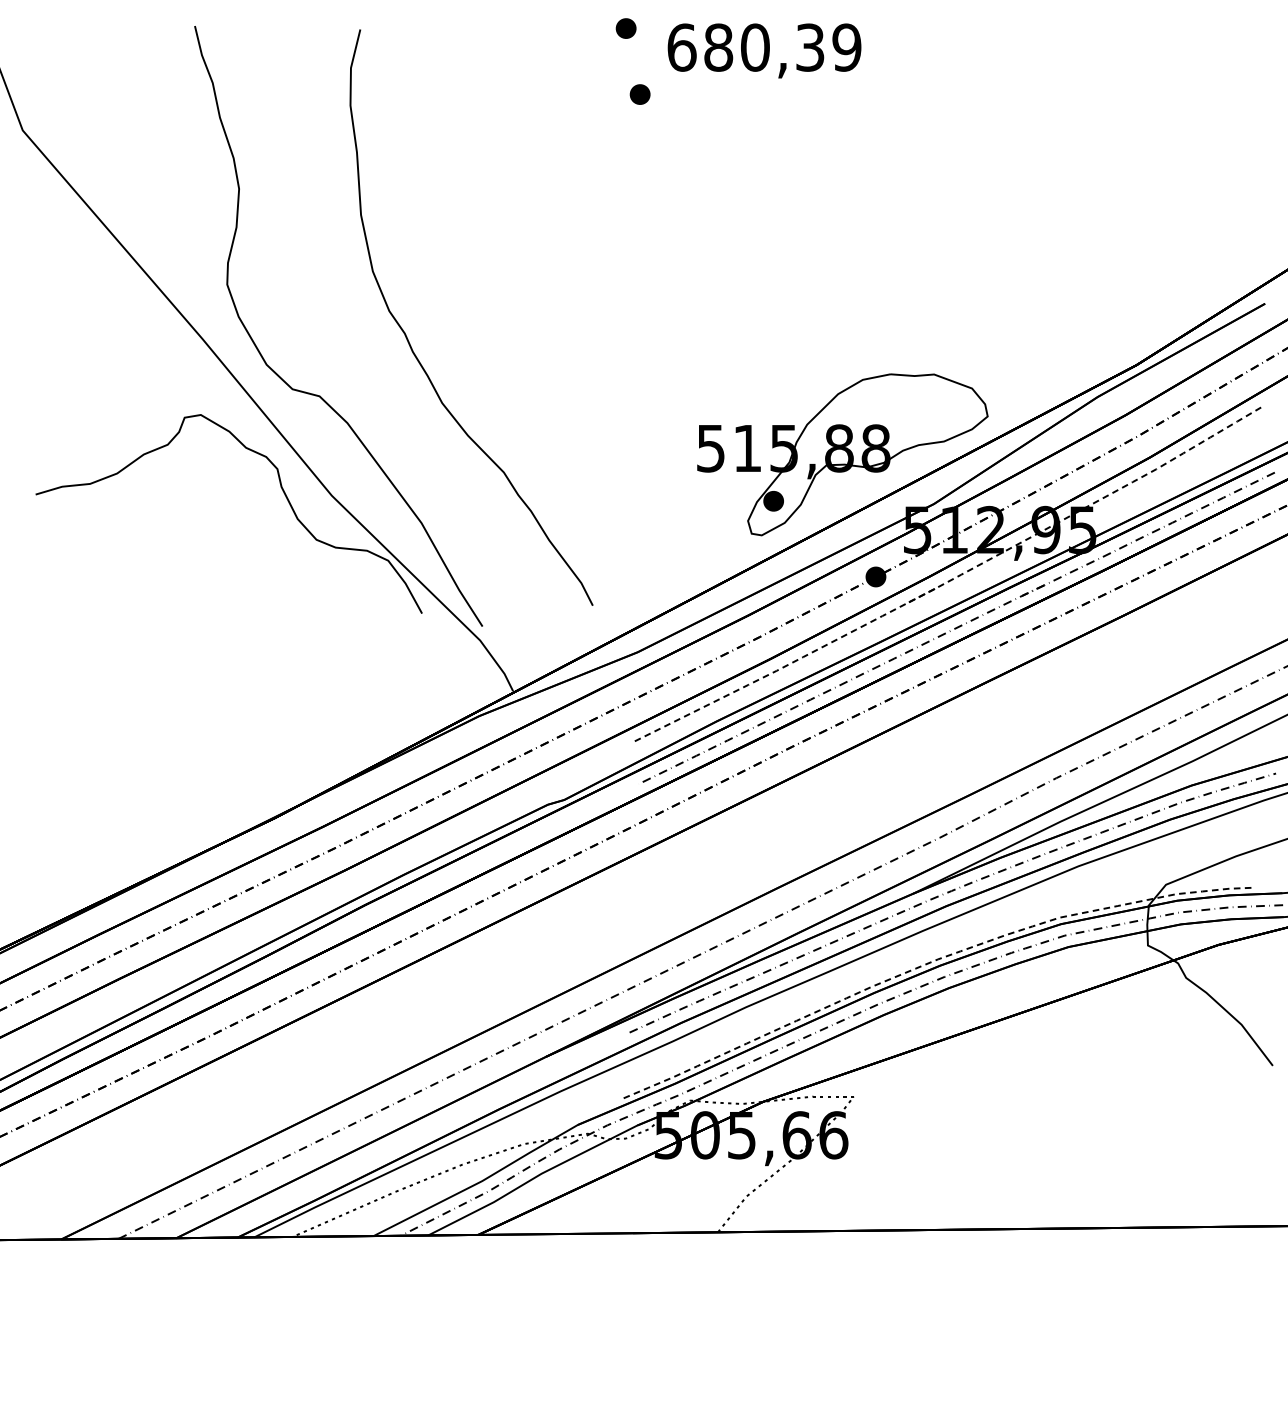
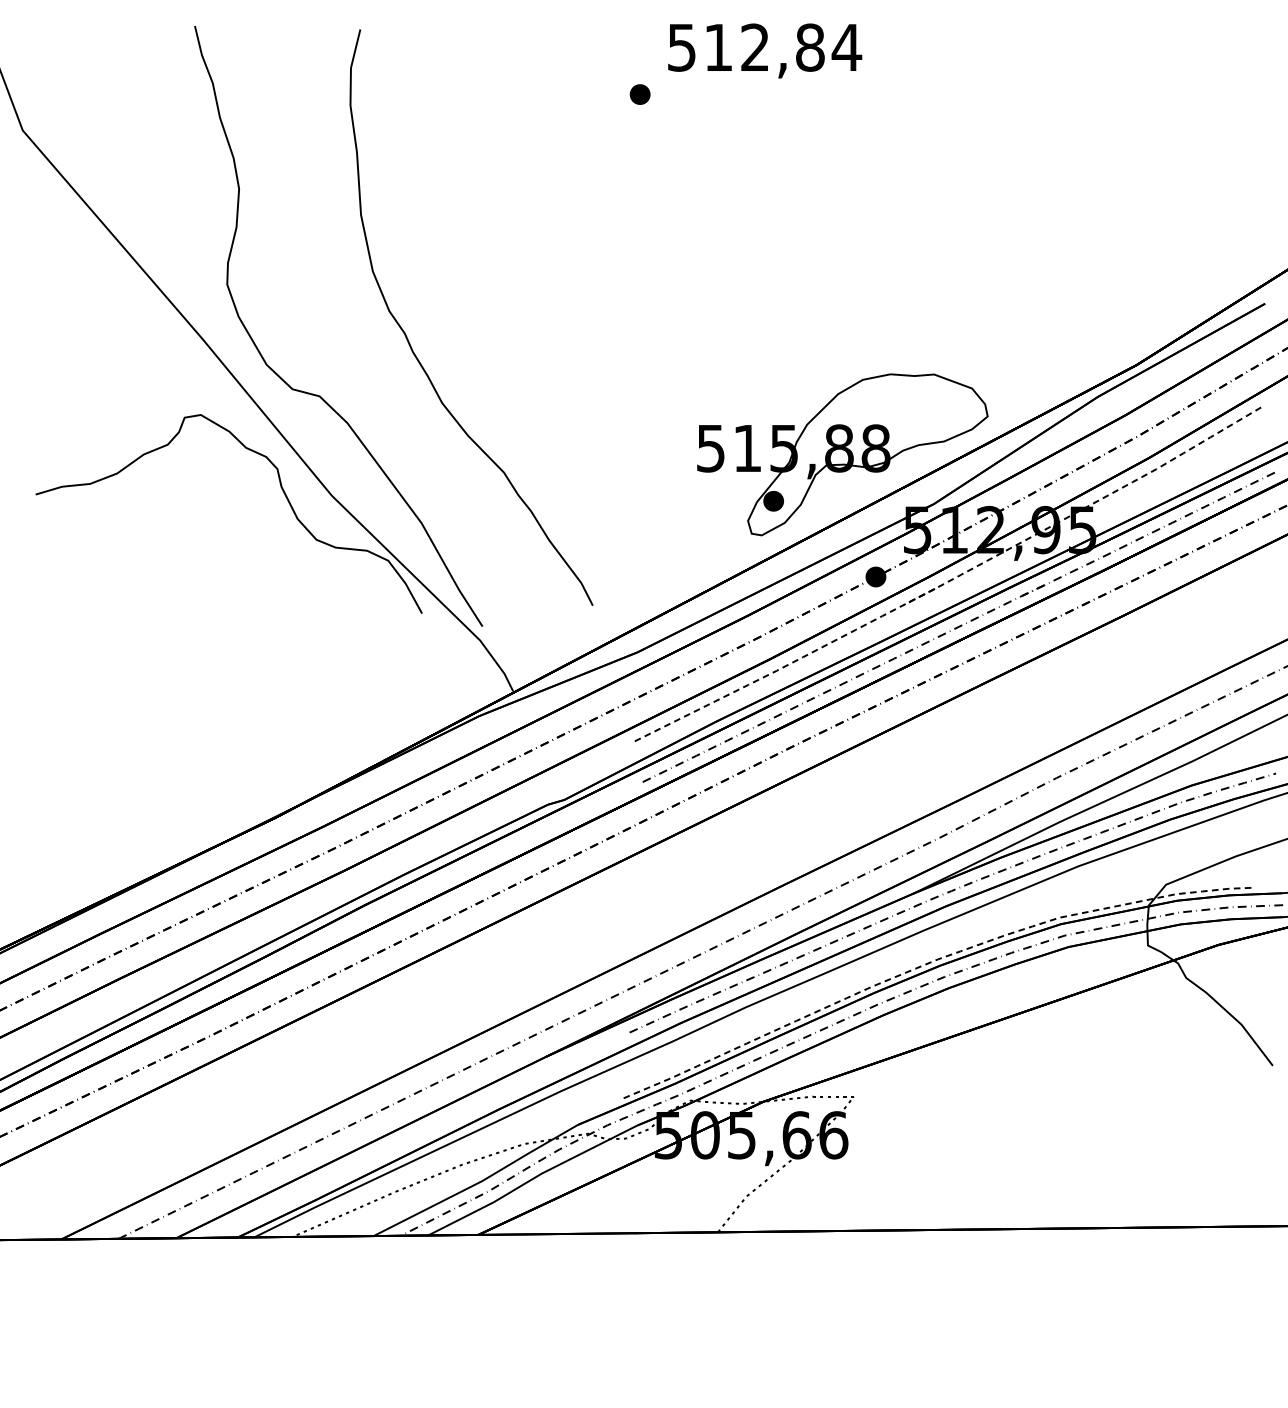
part at (625, 28): present -> none
text at (764, 47): 680,39 -> 512,84
